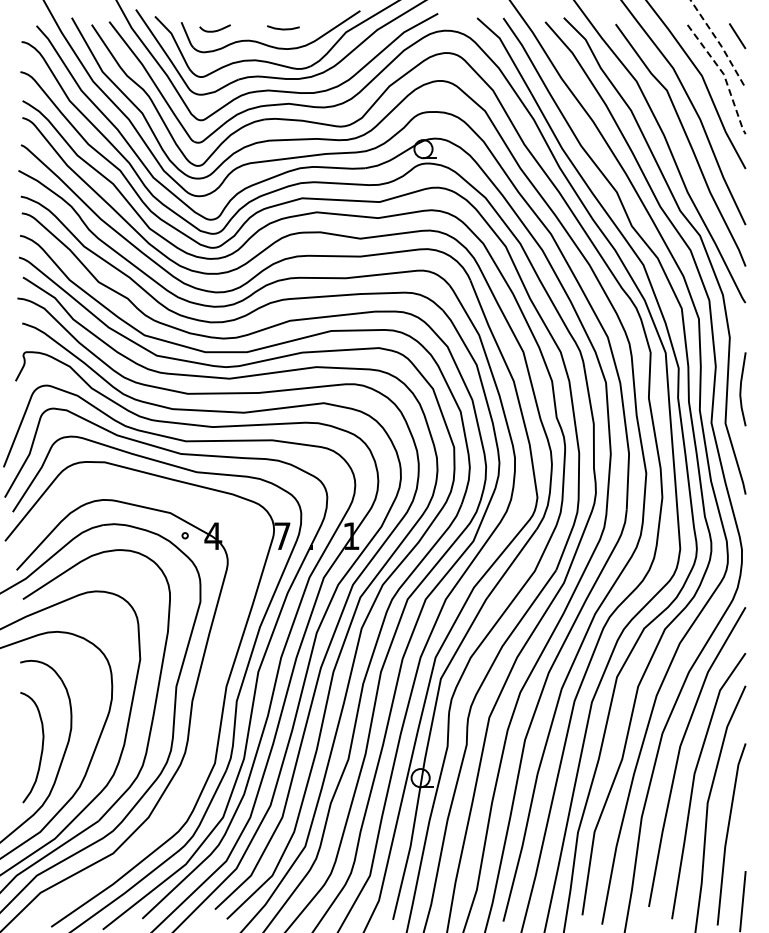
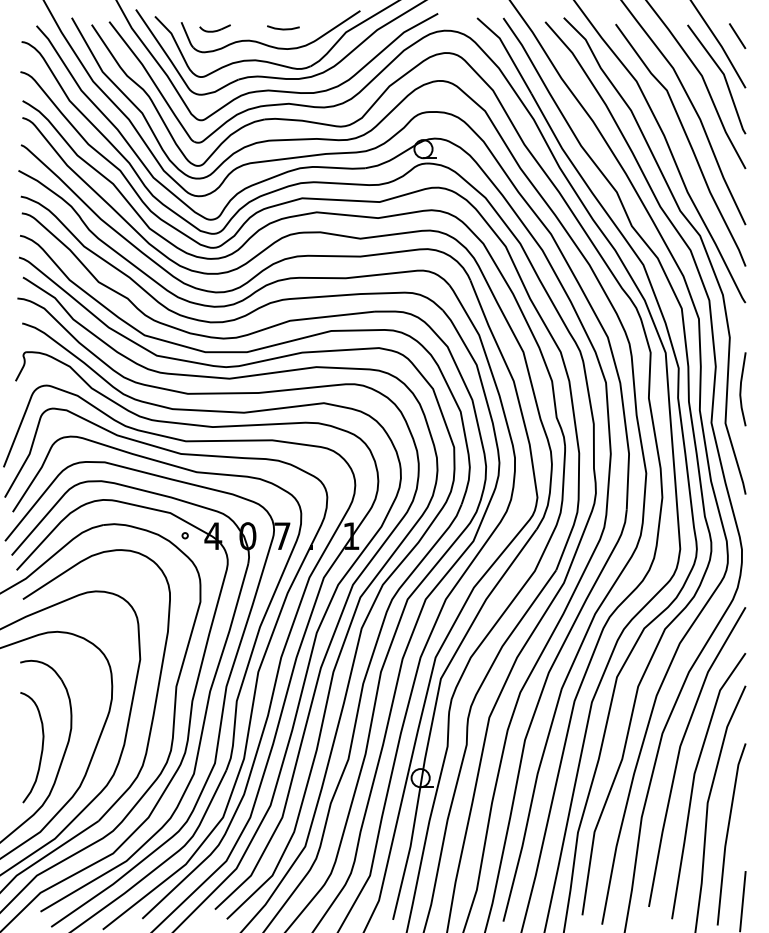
line at (720, 44): dashed -> solid
line at (724, 76): dashed -> solid
part at (205, 708): none -> present
